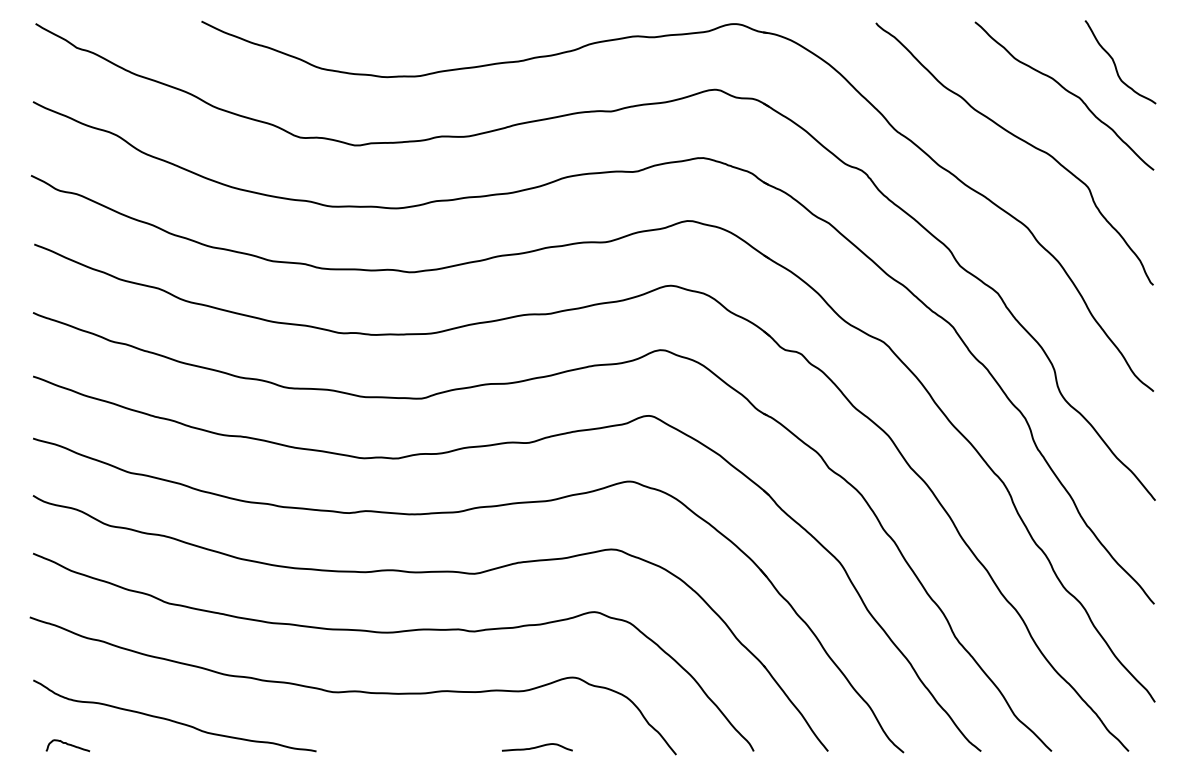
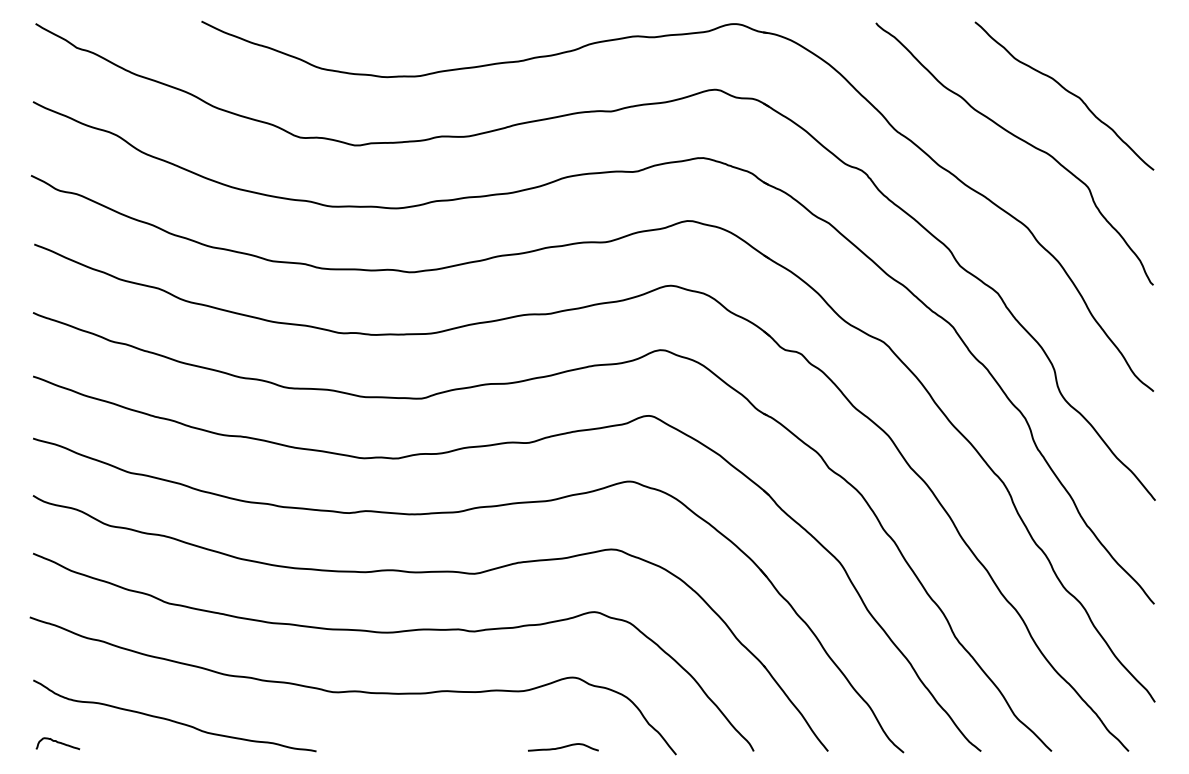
curve at (1116, 65): present -> none
curve at (67, 745) position: (67, 745) -> (57, 743)
curve at (537, 747) position: (537, 747) -> (563, 747)
